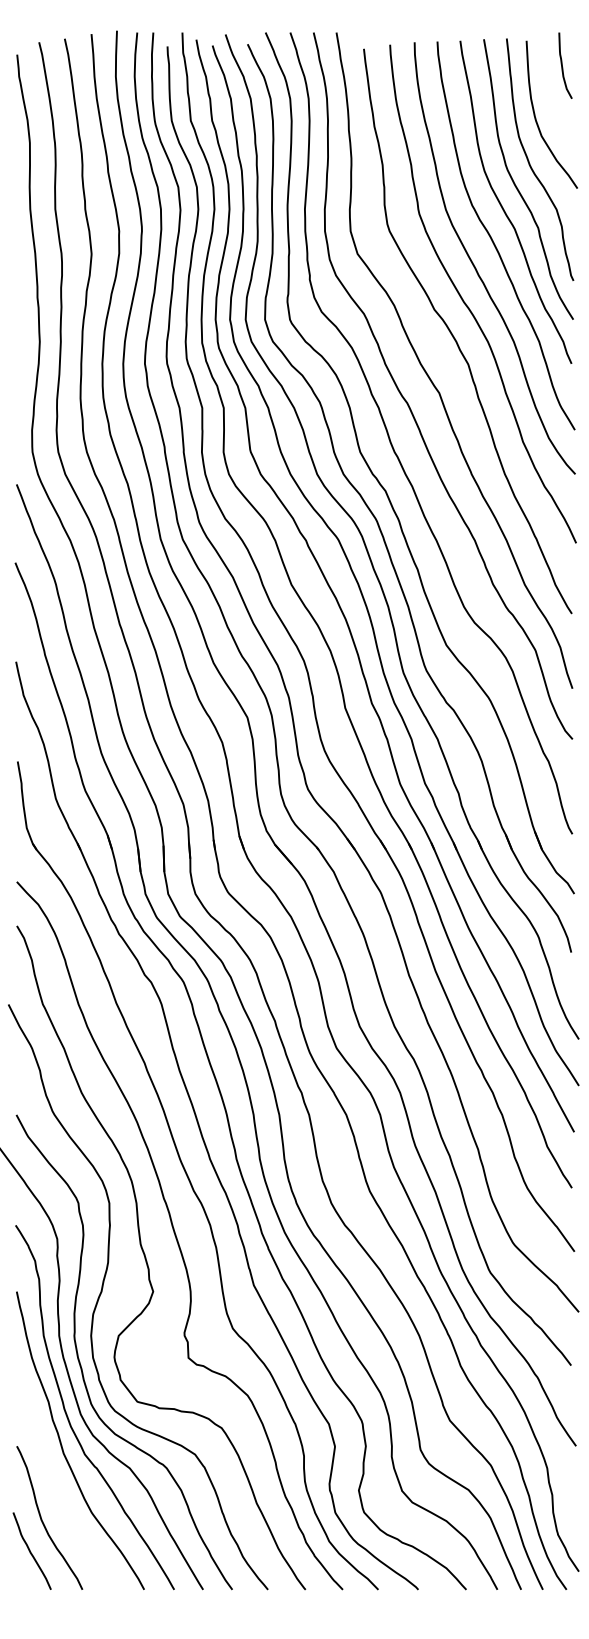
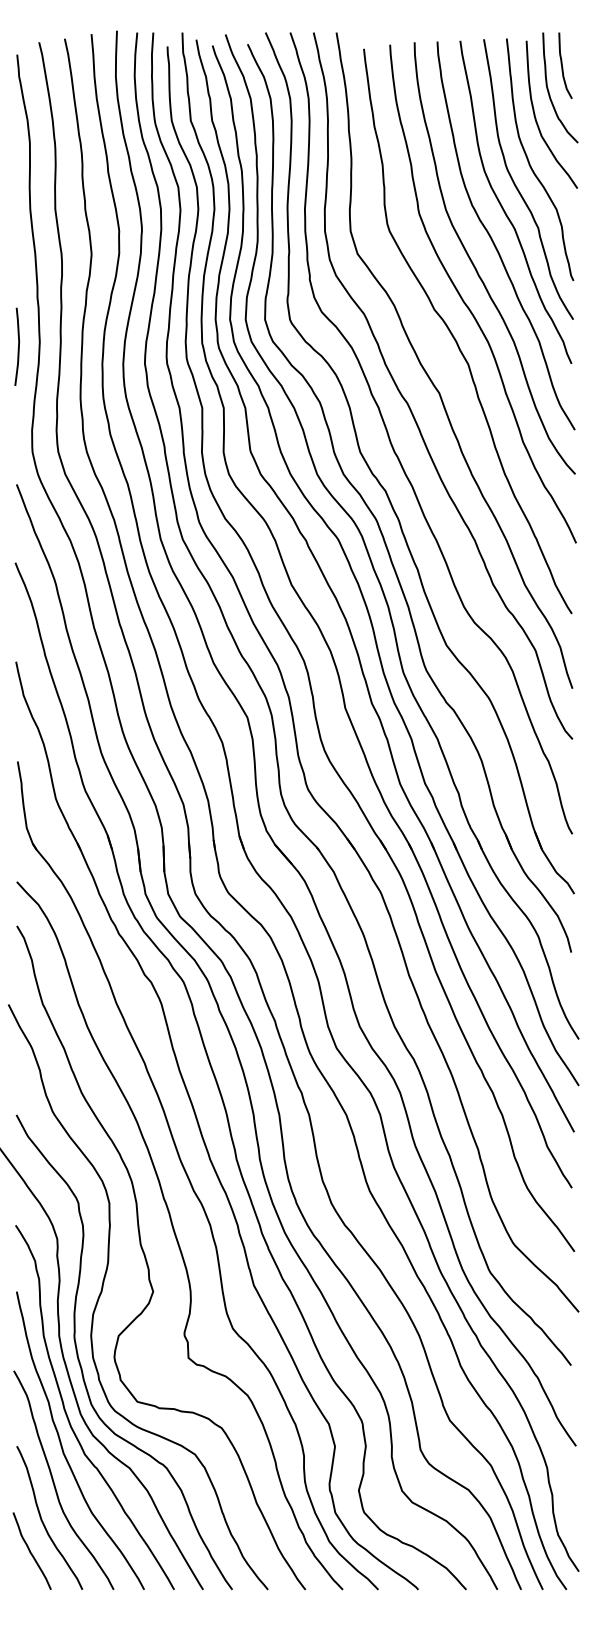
curve at (549, 91): none -> present
line at (18, 346): none -> present
curve at (54, 1481): none -> present
